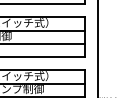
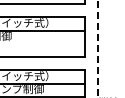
line at (43, 43): present -> none
line at (97, 49): solid -> dashed
